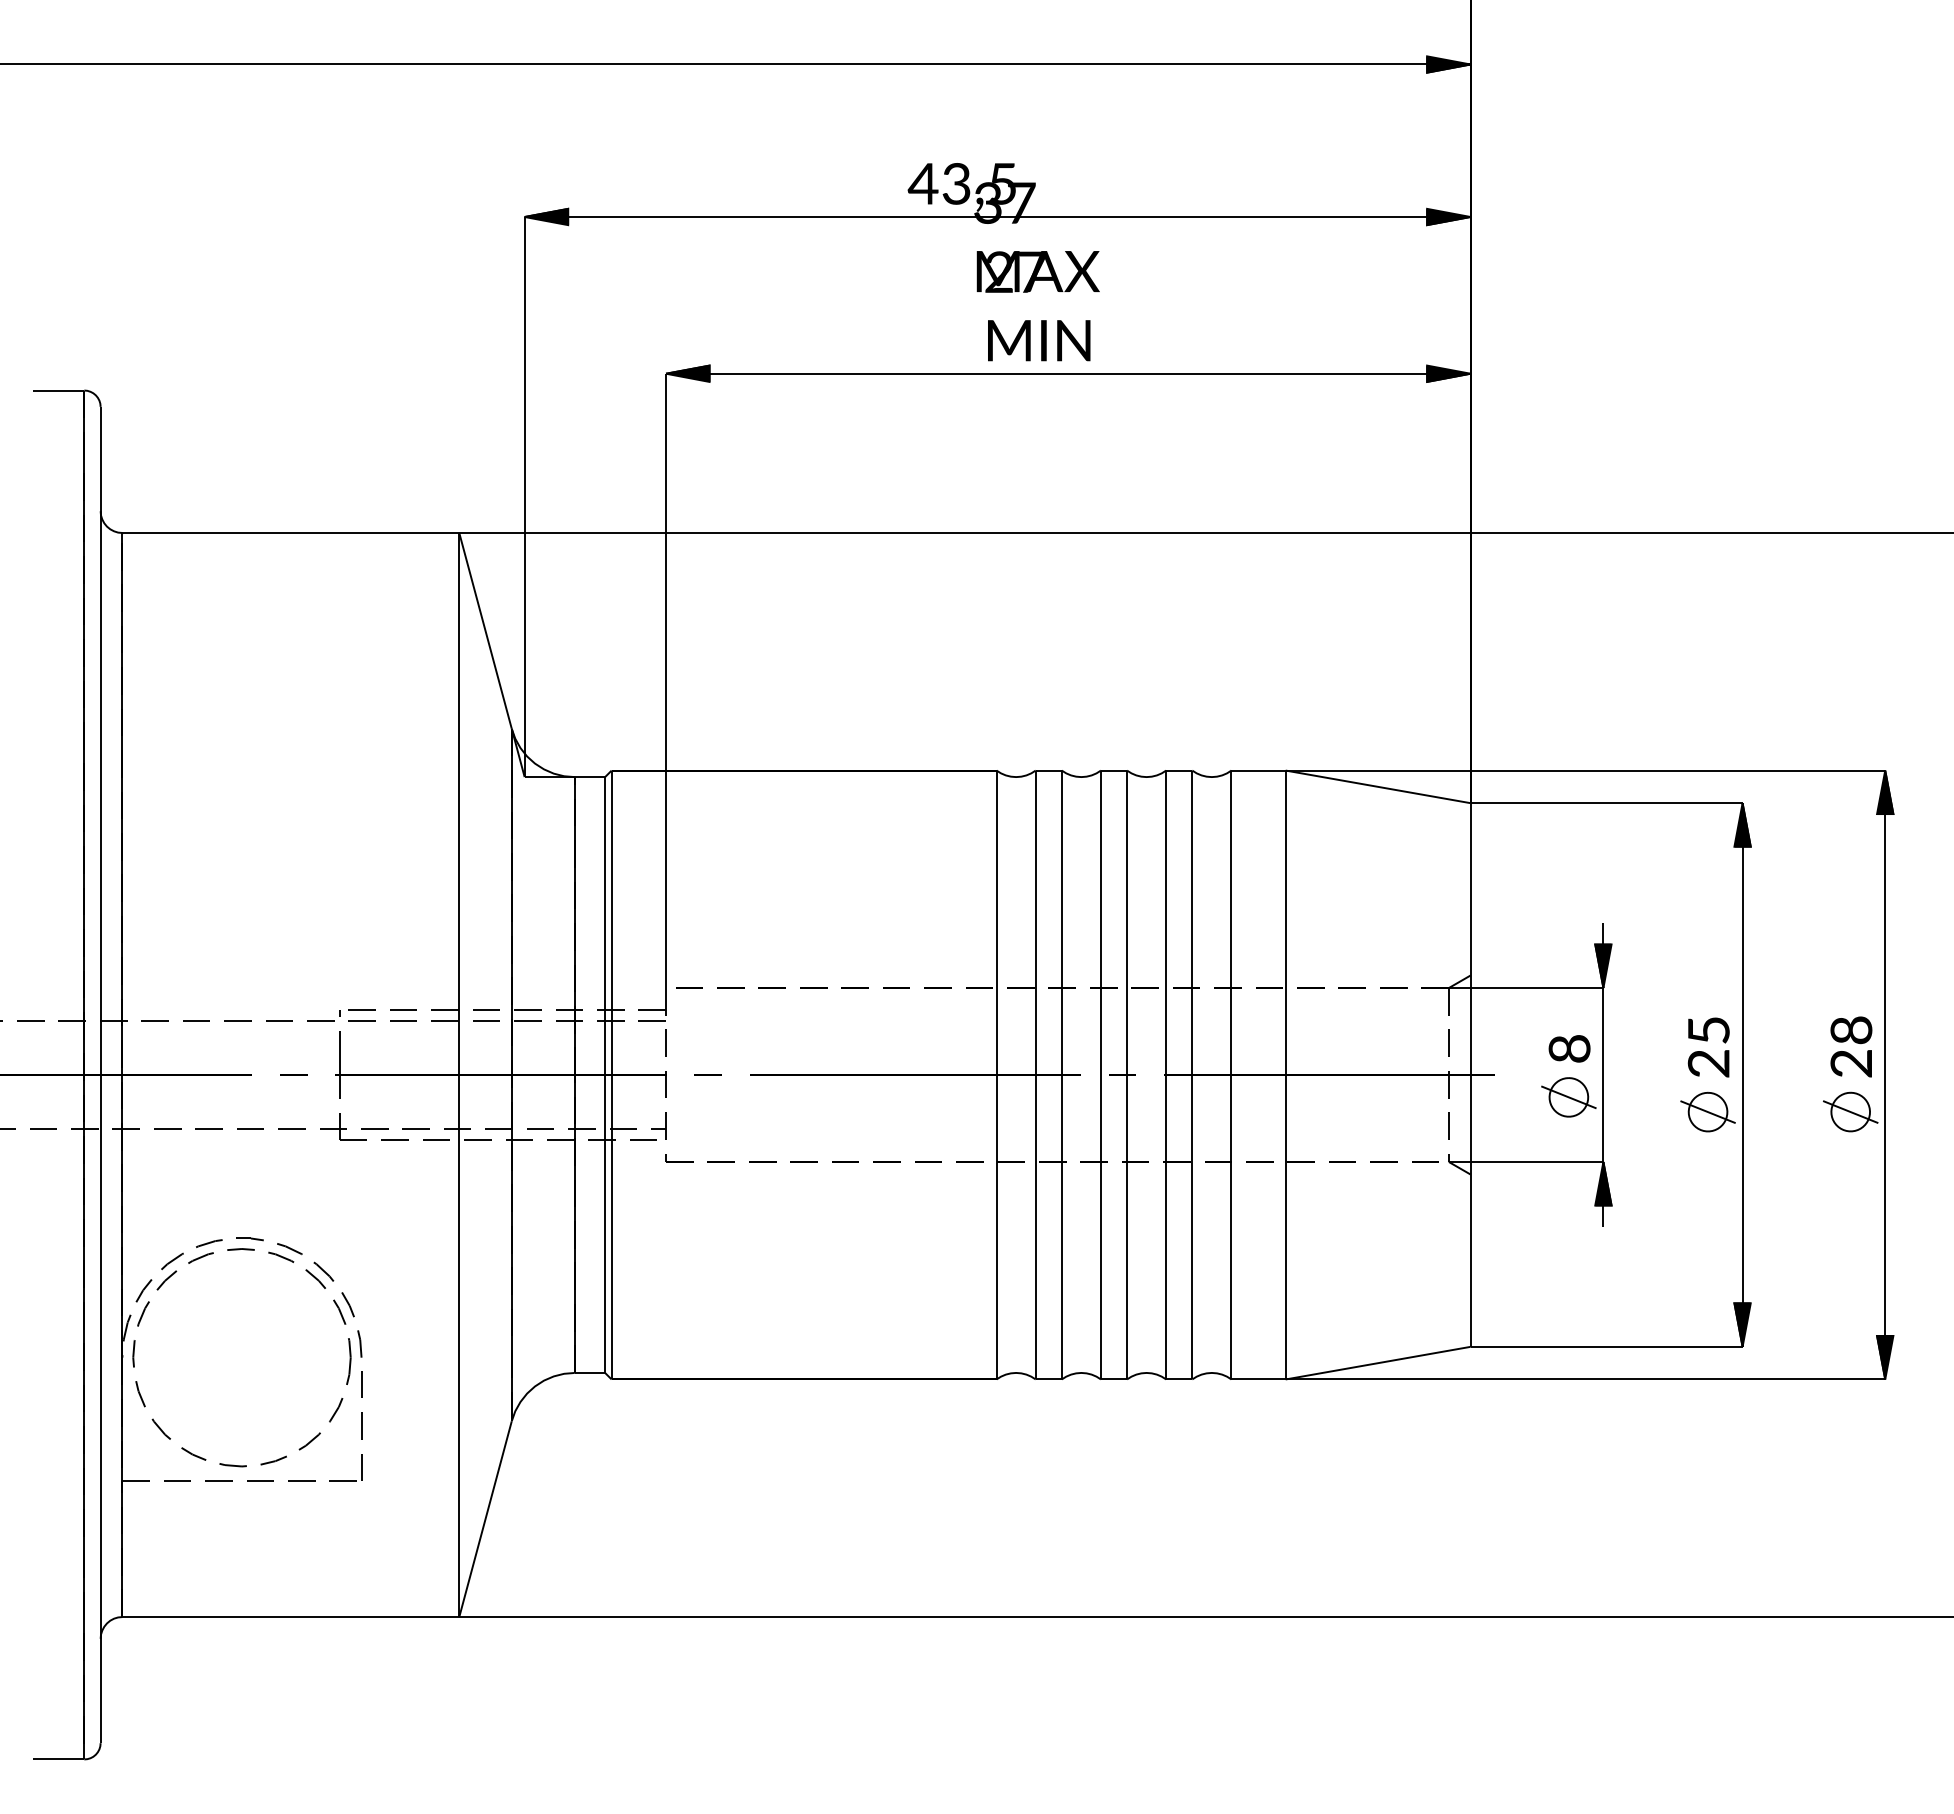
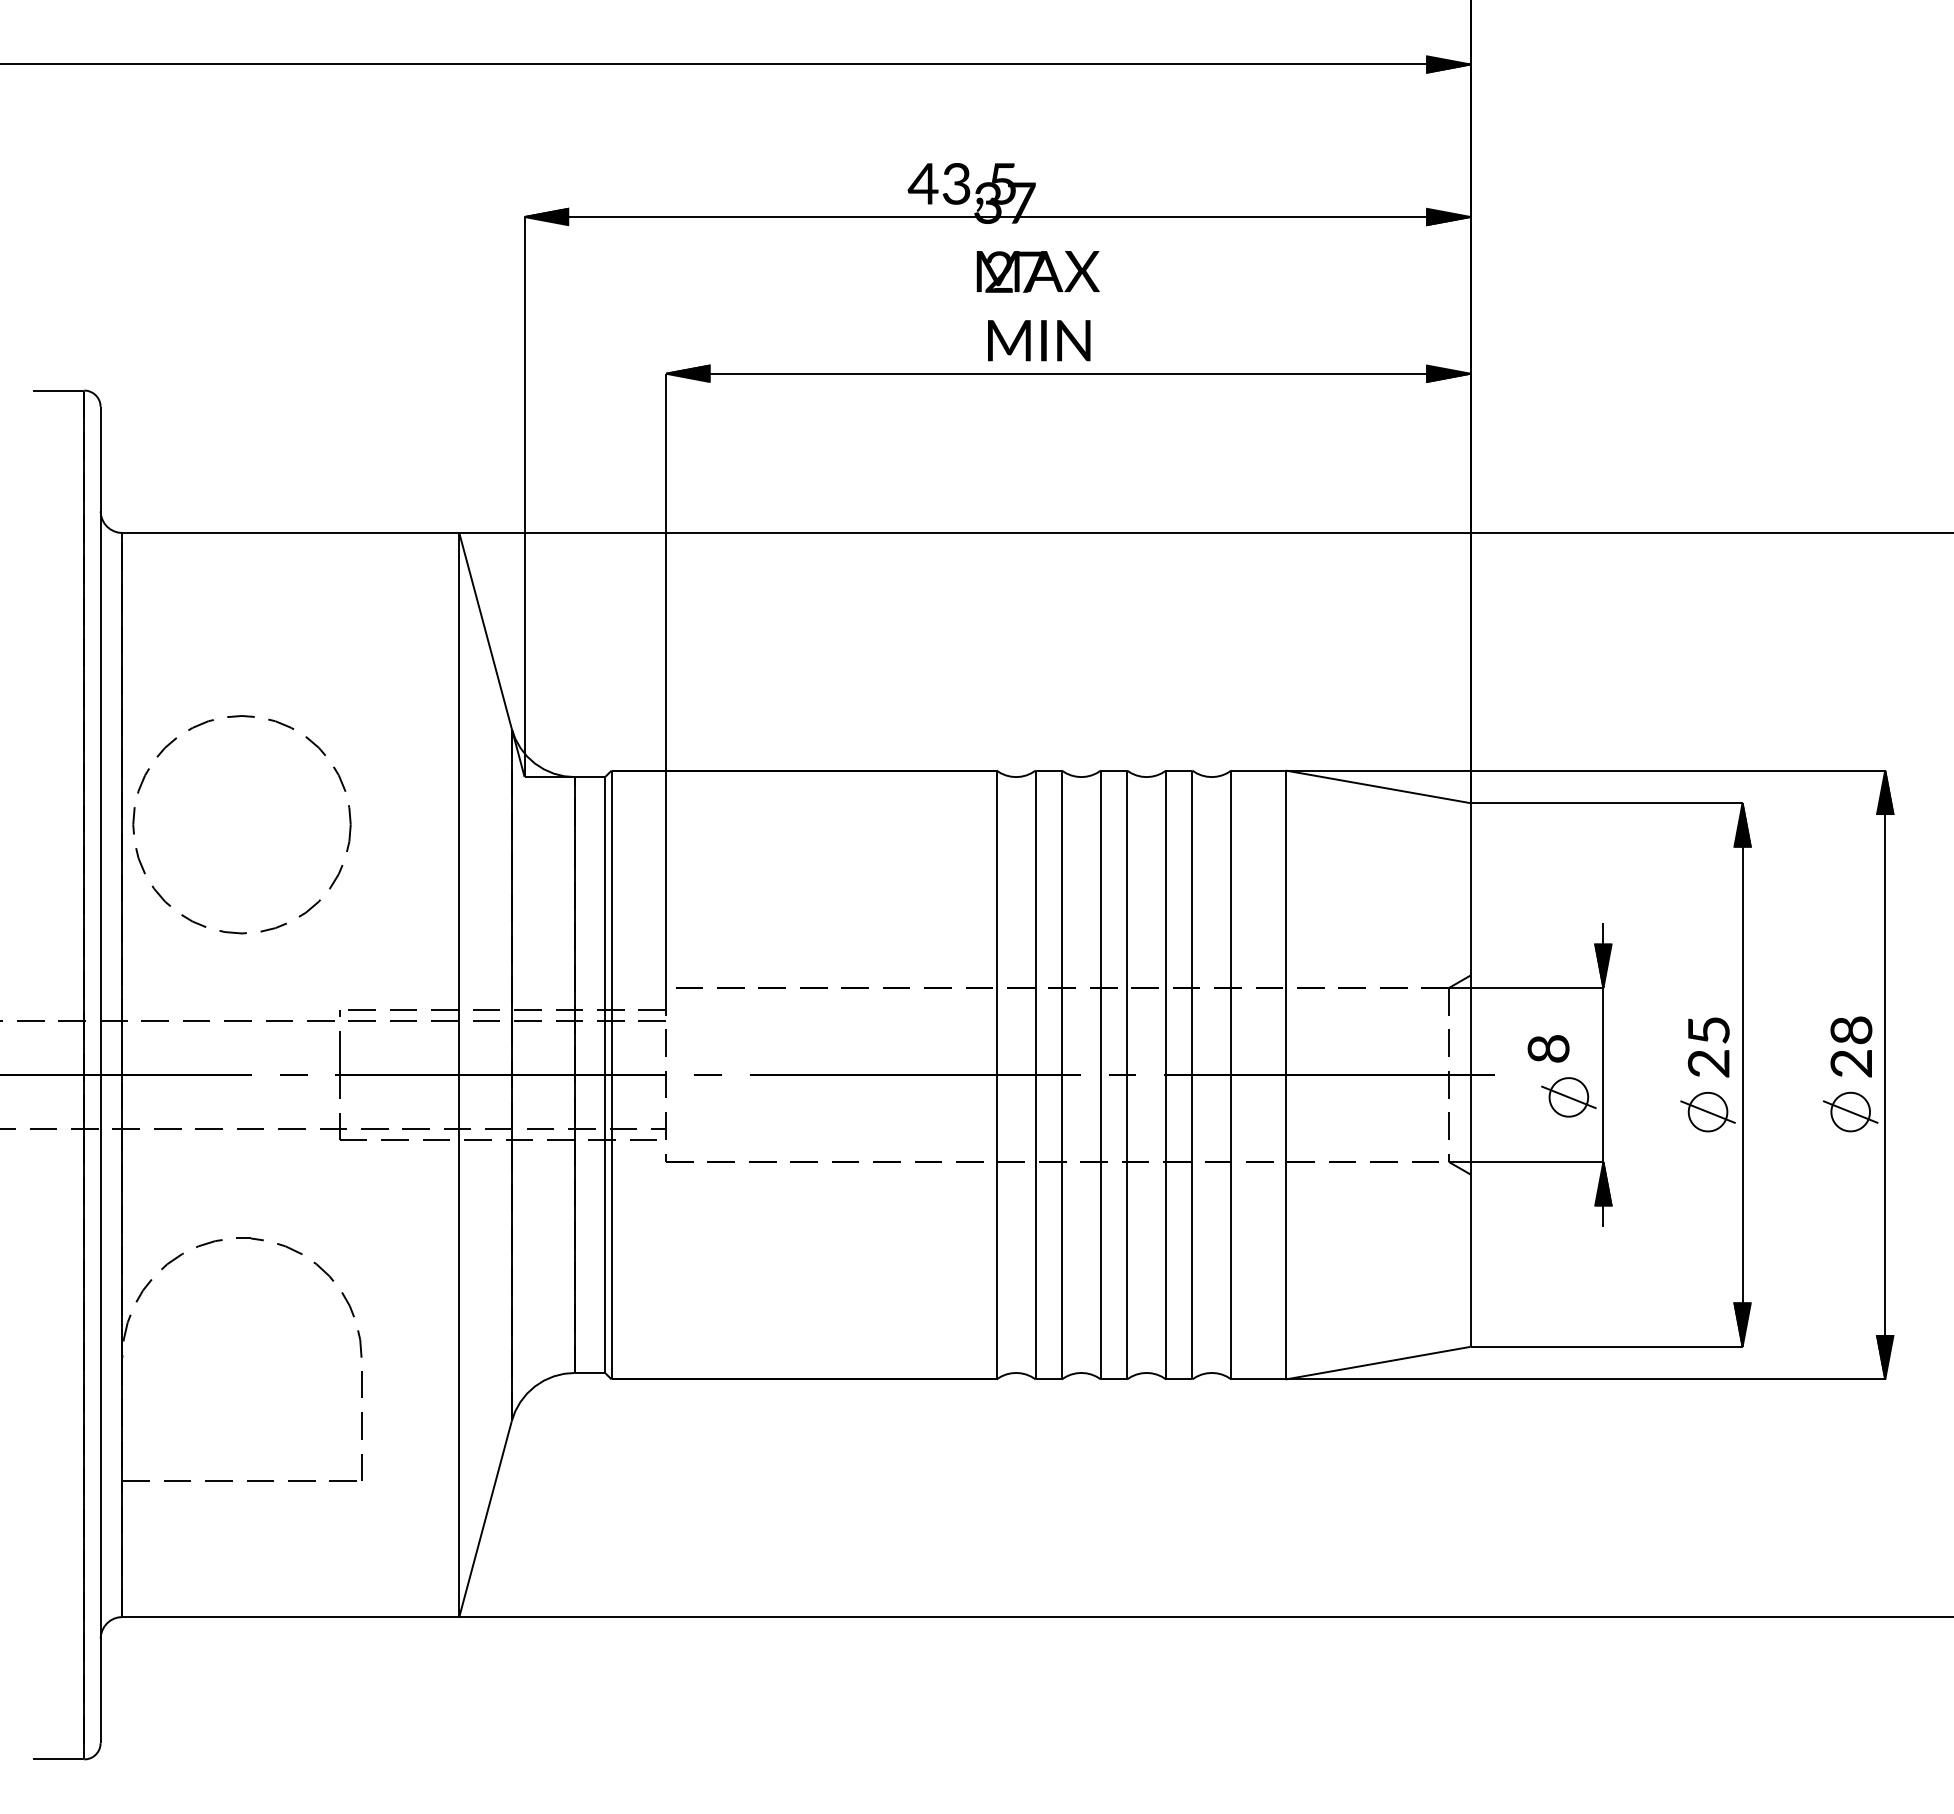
text at (1569, 1048) position: (1569, 1048) -> (1548, 1048)
part at (135, 1346) position: (135, 1346) -> (135, 813)
